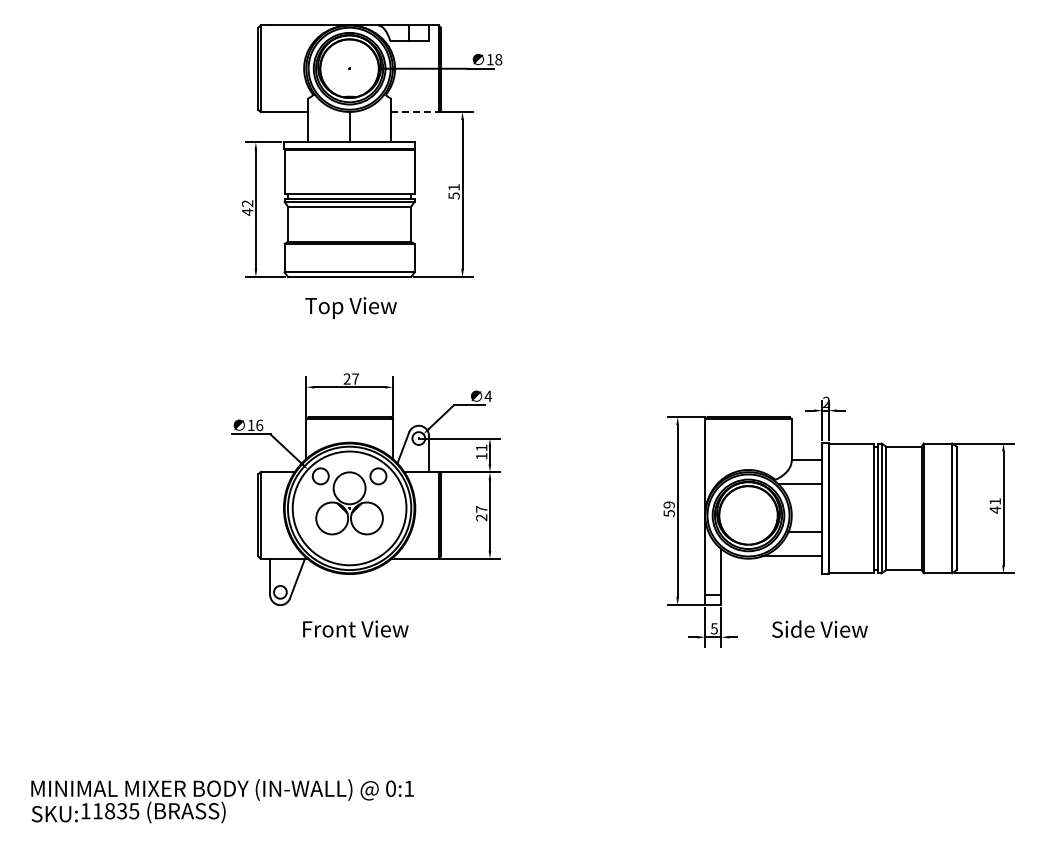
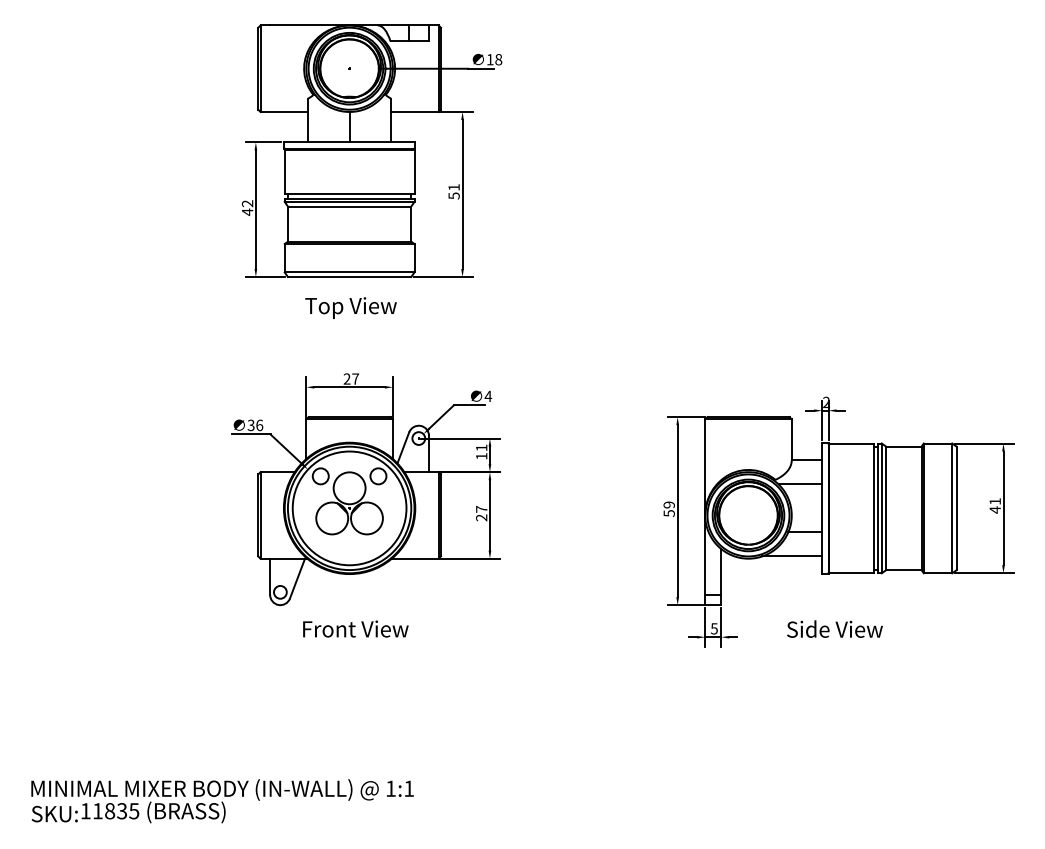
line at (414, 111): dashed -> solid
text at (250, 425): 16 -> 36
text at (819, 628) position: (819, 628) -> (834, 628)
text at (390, 788): 0:1 -> 1:1
